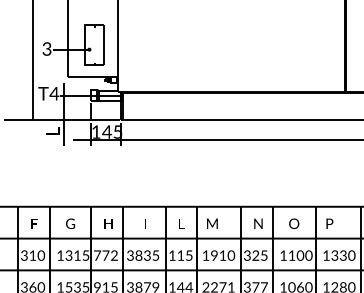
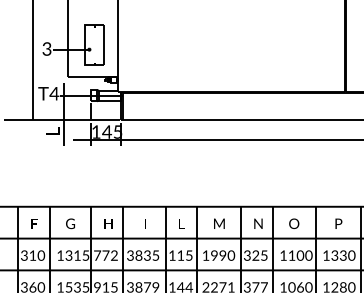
text at (212, 223) position: (212, 223) -> (219, 223)
text at (329, 223) position: (329, 223) -> (338, 223)
text at (222, 255): 1910 -> 1990
